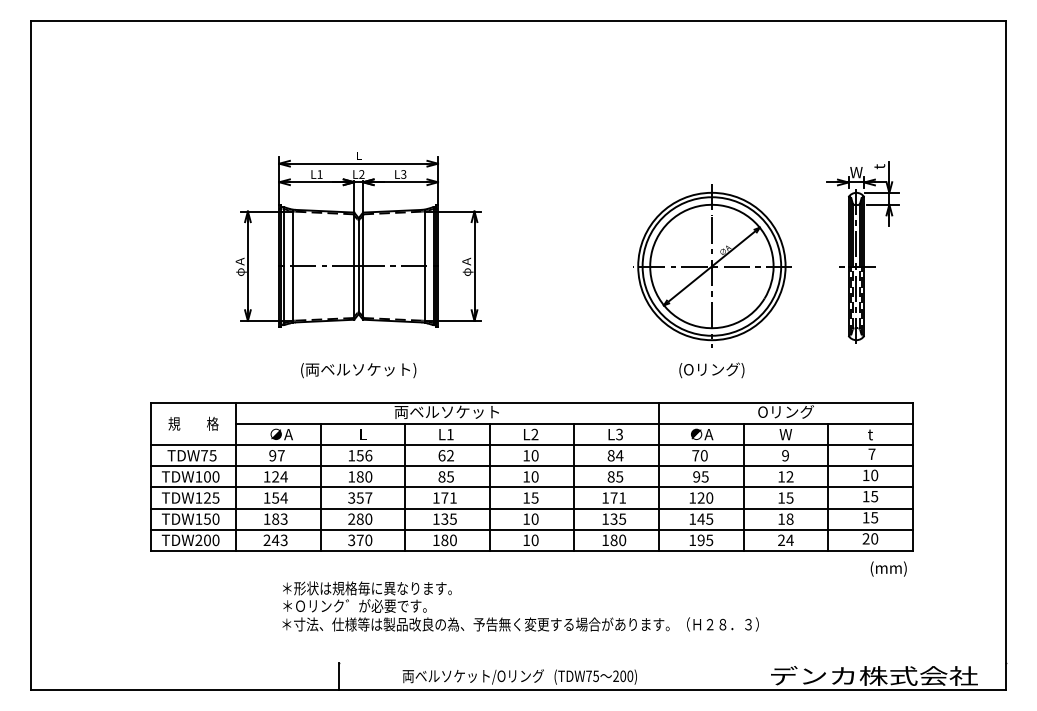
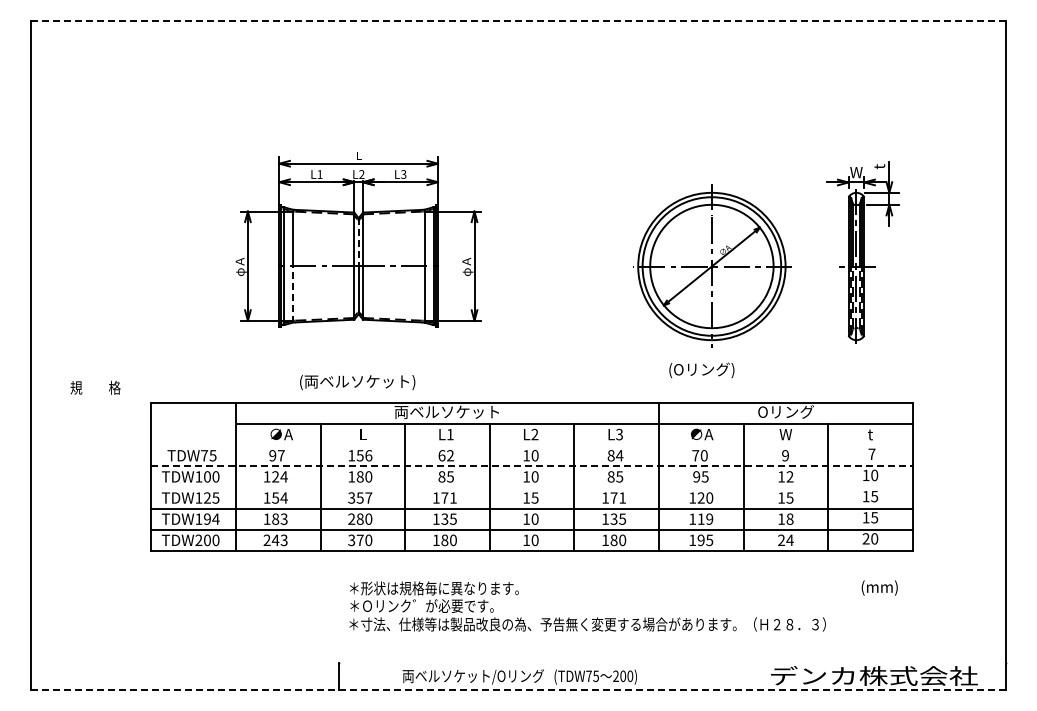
line at (518, 21): solid -> dashed
line at (358, 242): solid -> dashed
line at (292, 293): solid -> dashed
text at (358, 370) position: (358, 370) -> (357, 382)
text at (711, 370) position: (711, 370) -> (701, 370)
text at (193, 423) position: (193, 423) -> (95, 387)
line at (531, 445): present -> none
line at (532, 466): solid -> dashed
line at (531, 487): present -> none
text at (211, 518): TDW150 -> TDW194
text at (705, 518): 145 -> 119
text at (888, 568) position: (888, 568) -> (879, 587)
text at (520, 606) position: (520, 606) -> (587, 606)
line at (518, 689): solid -> dashed
